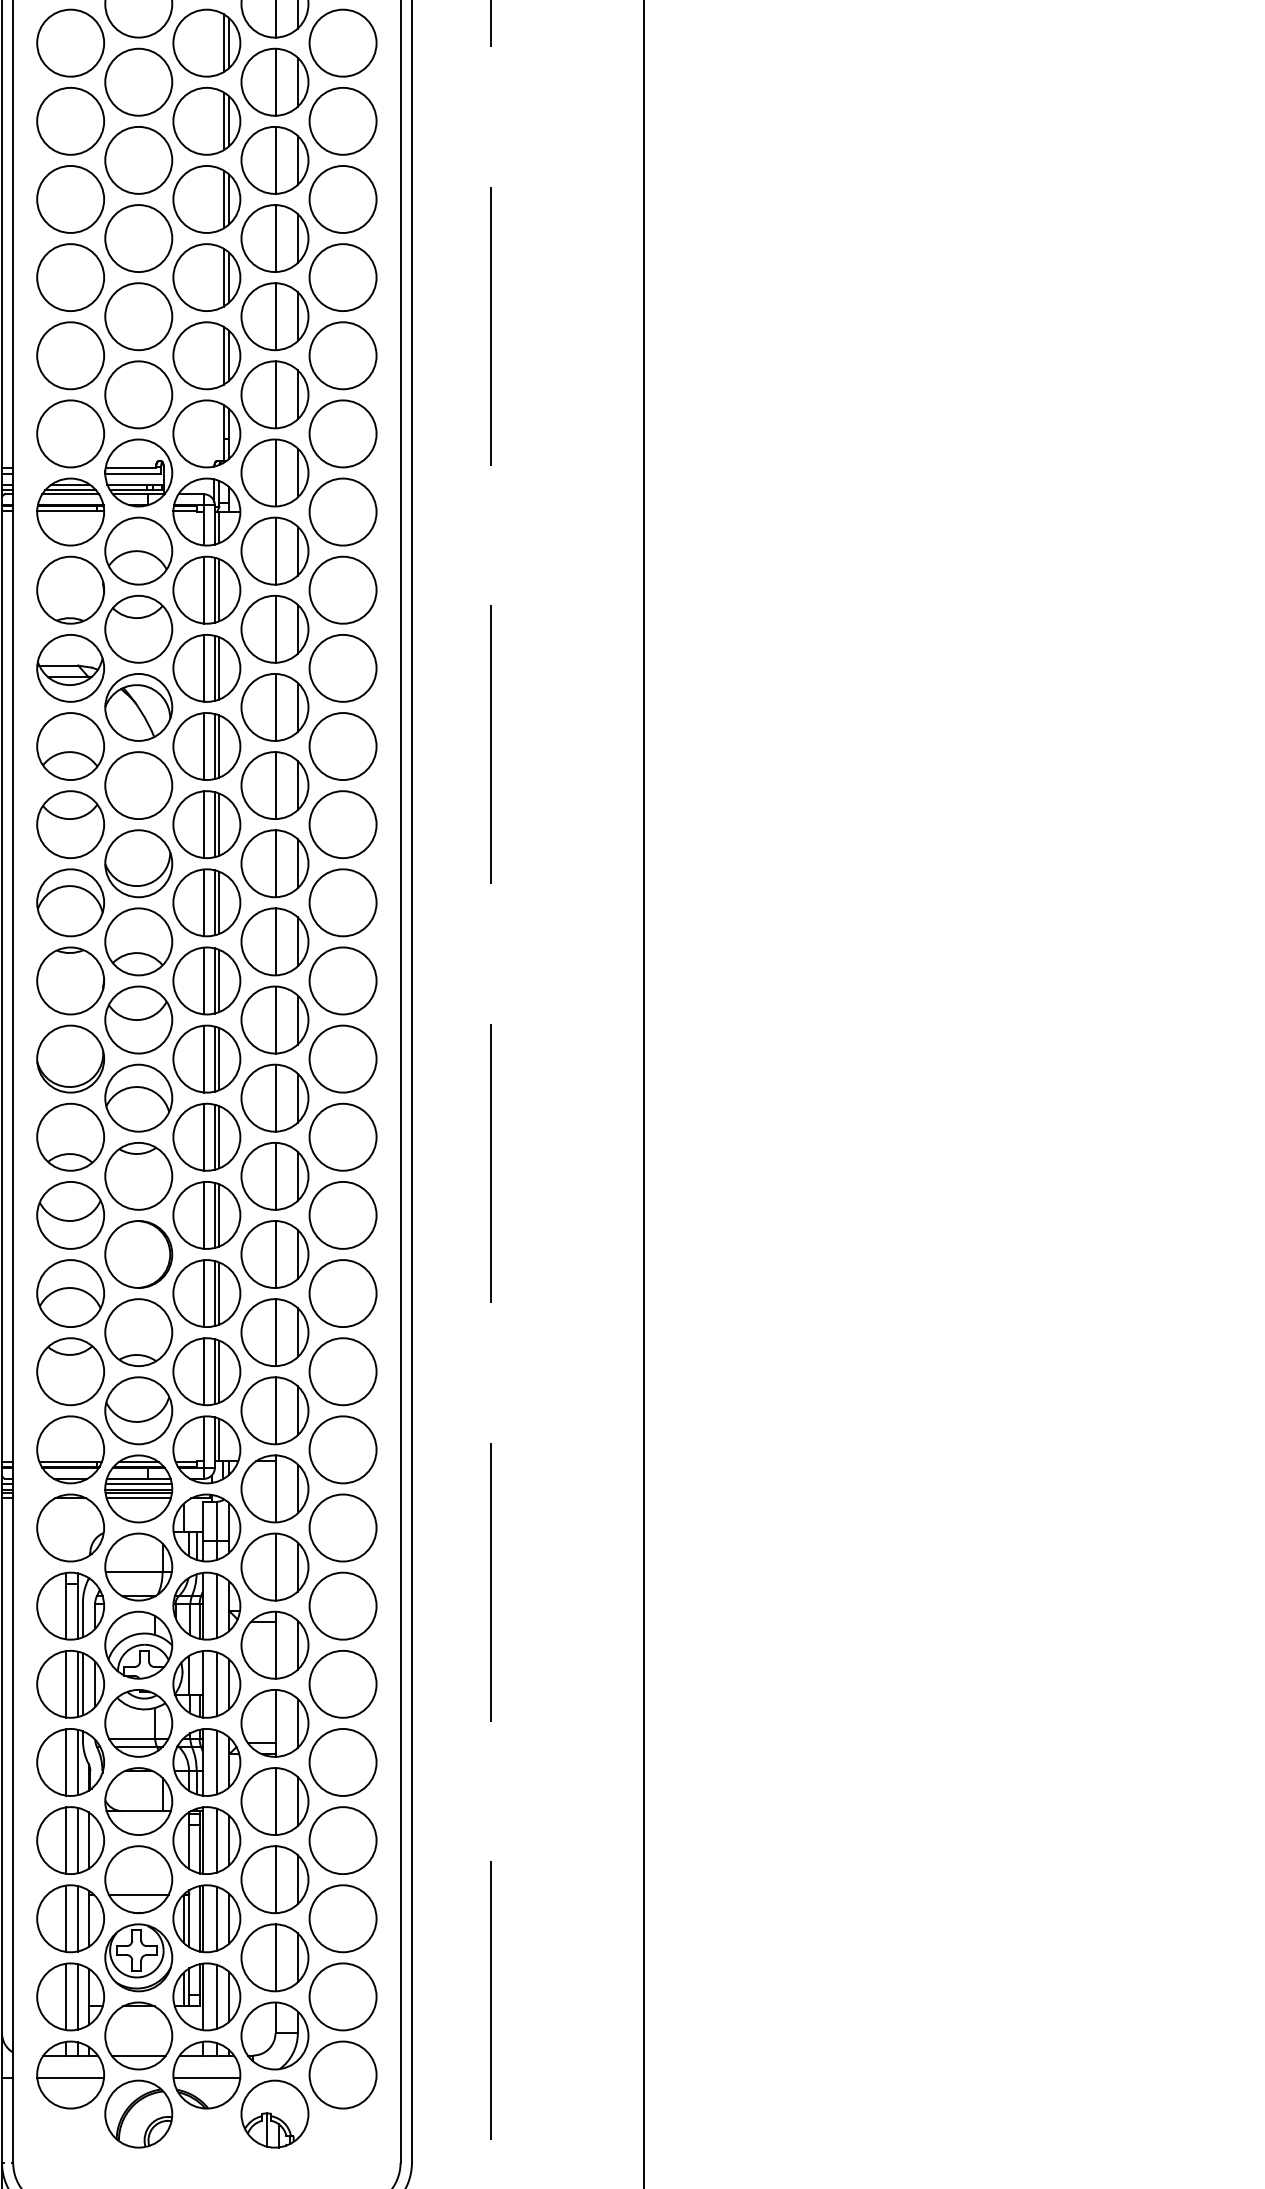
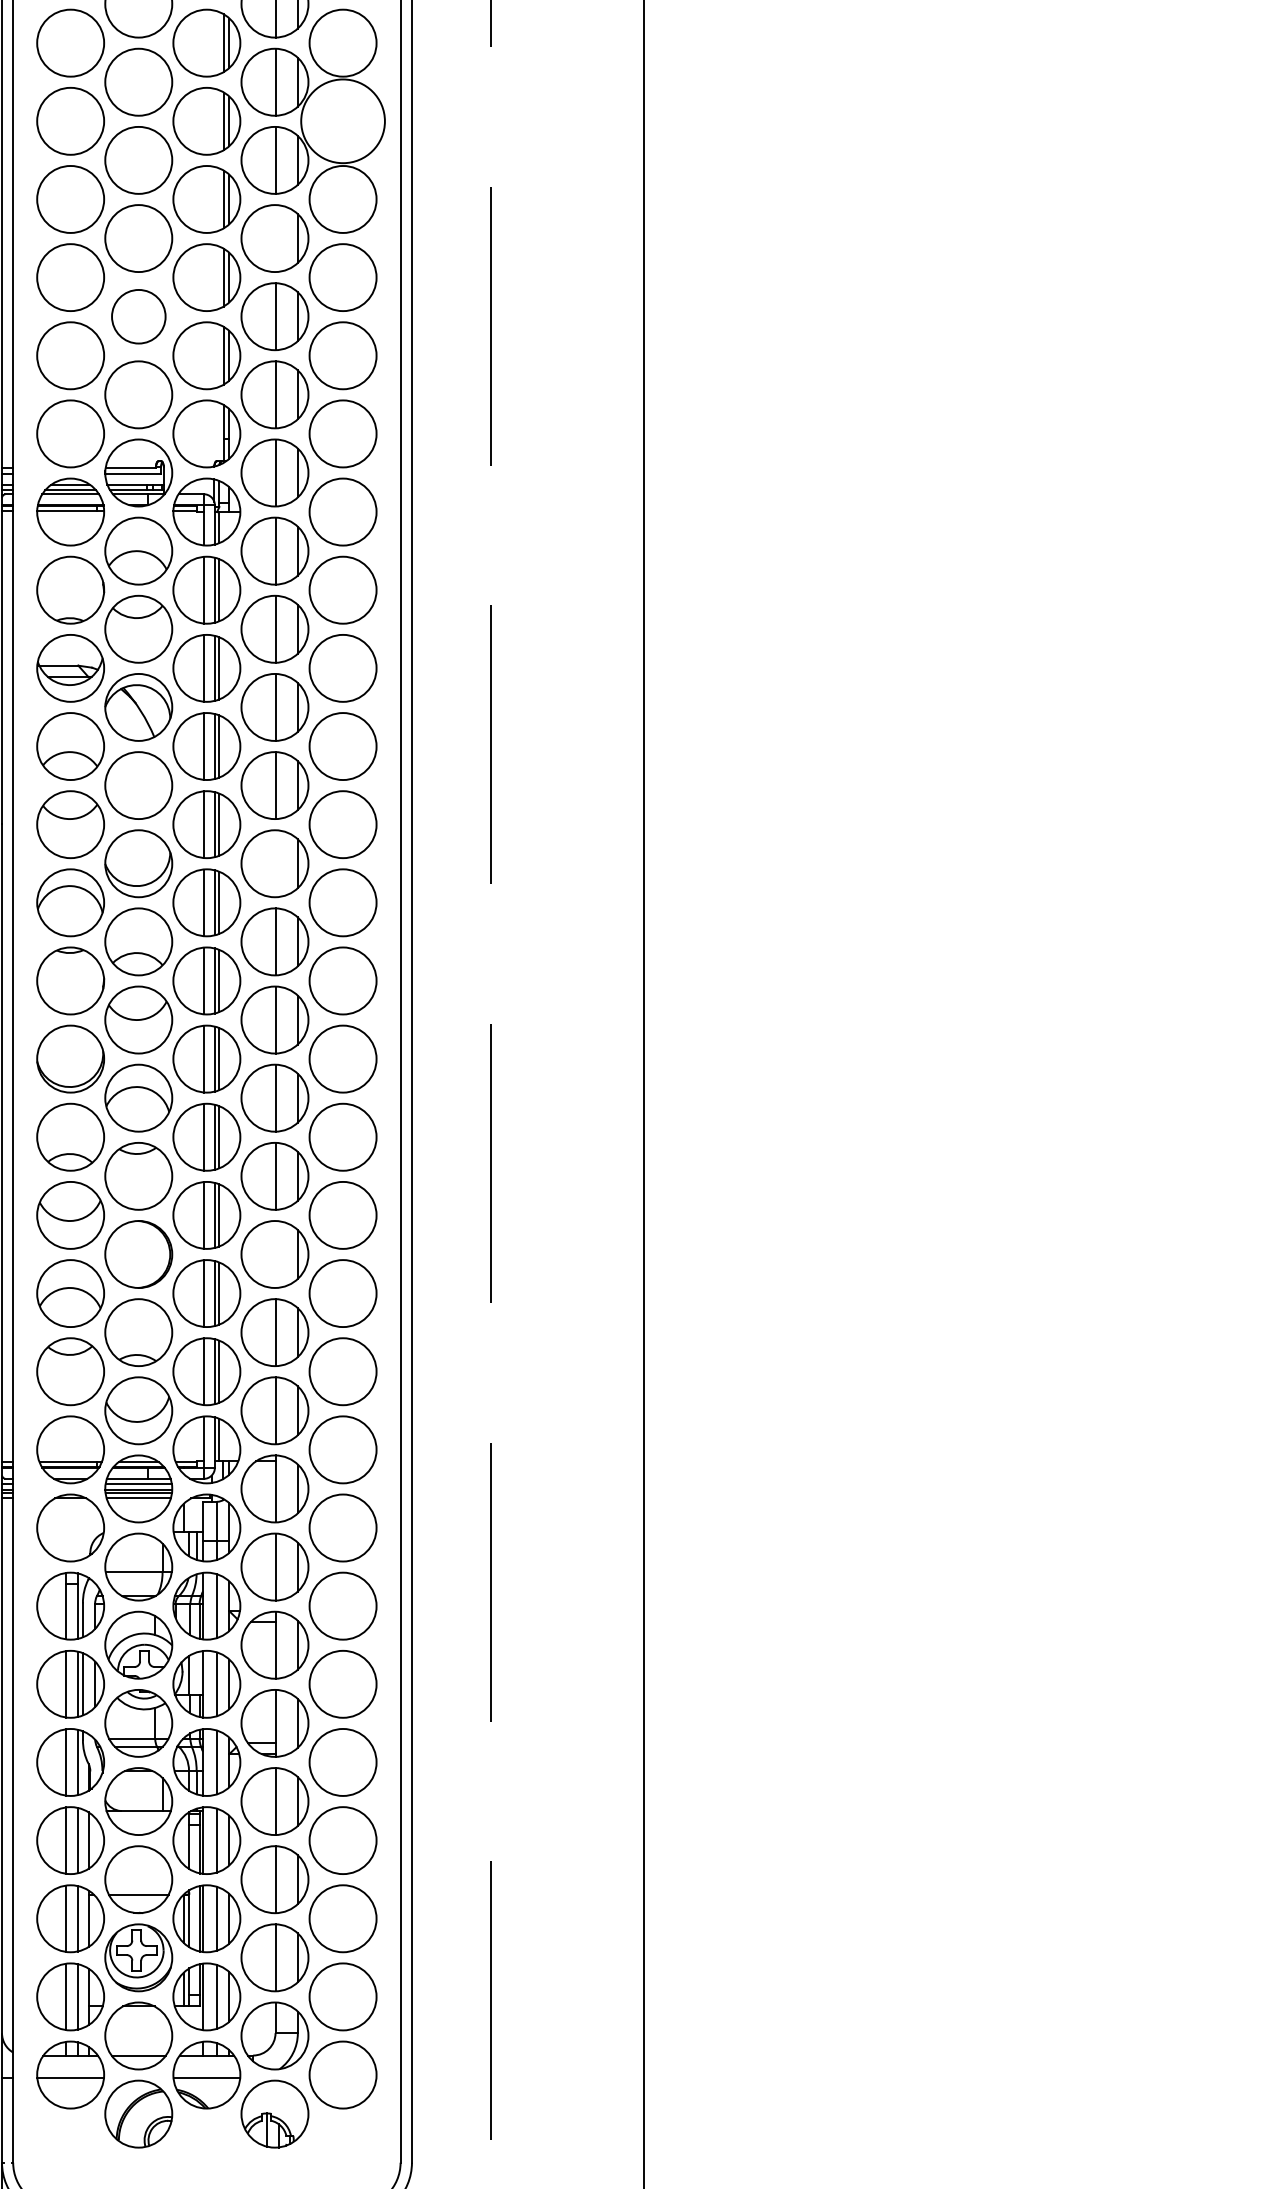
circle at (342, 120) diameter: 67 px -> 84 px
line at (275, 238): present -> none
circle at (138, 316) size: 70x70 px -> 56x56 px
line at (275, 863): present -> none
line at (275, 1254): present -> none
